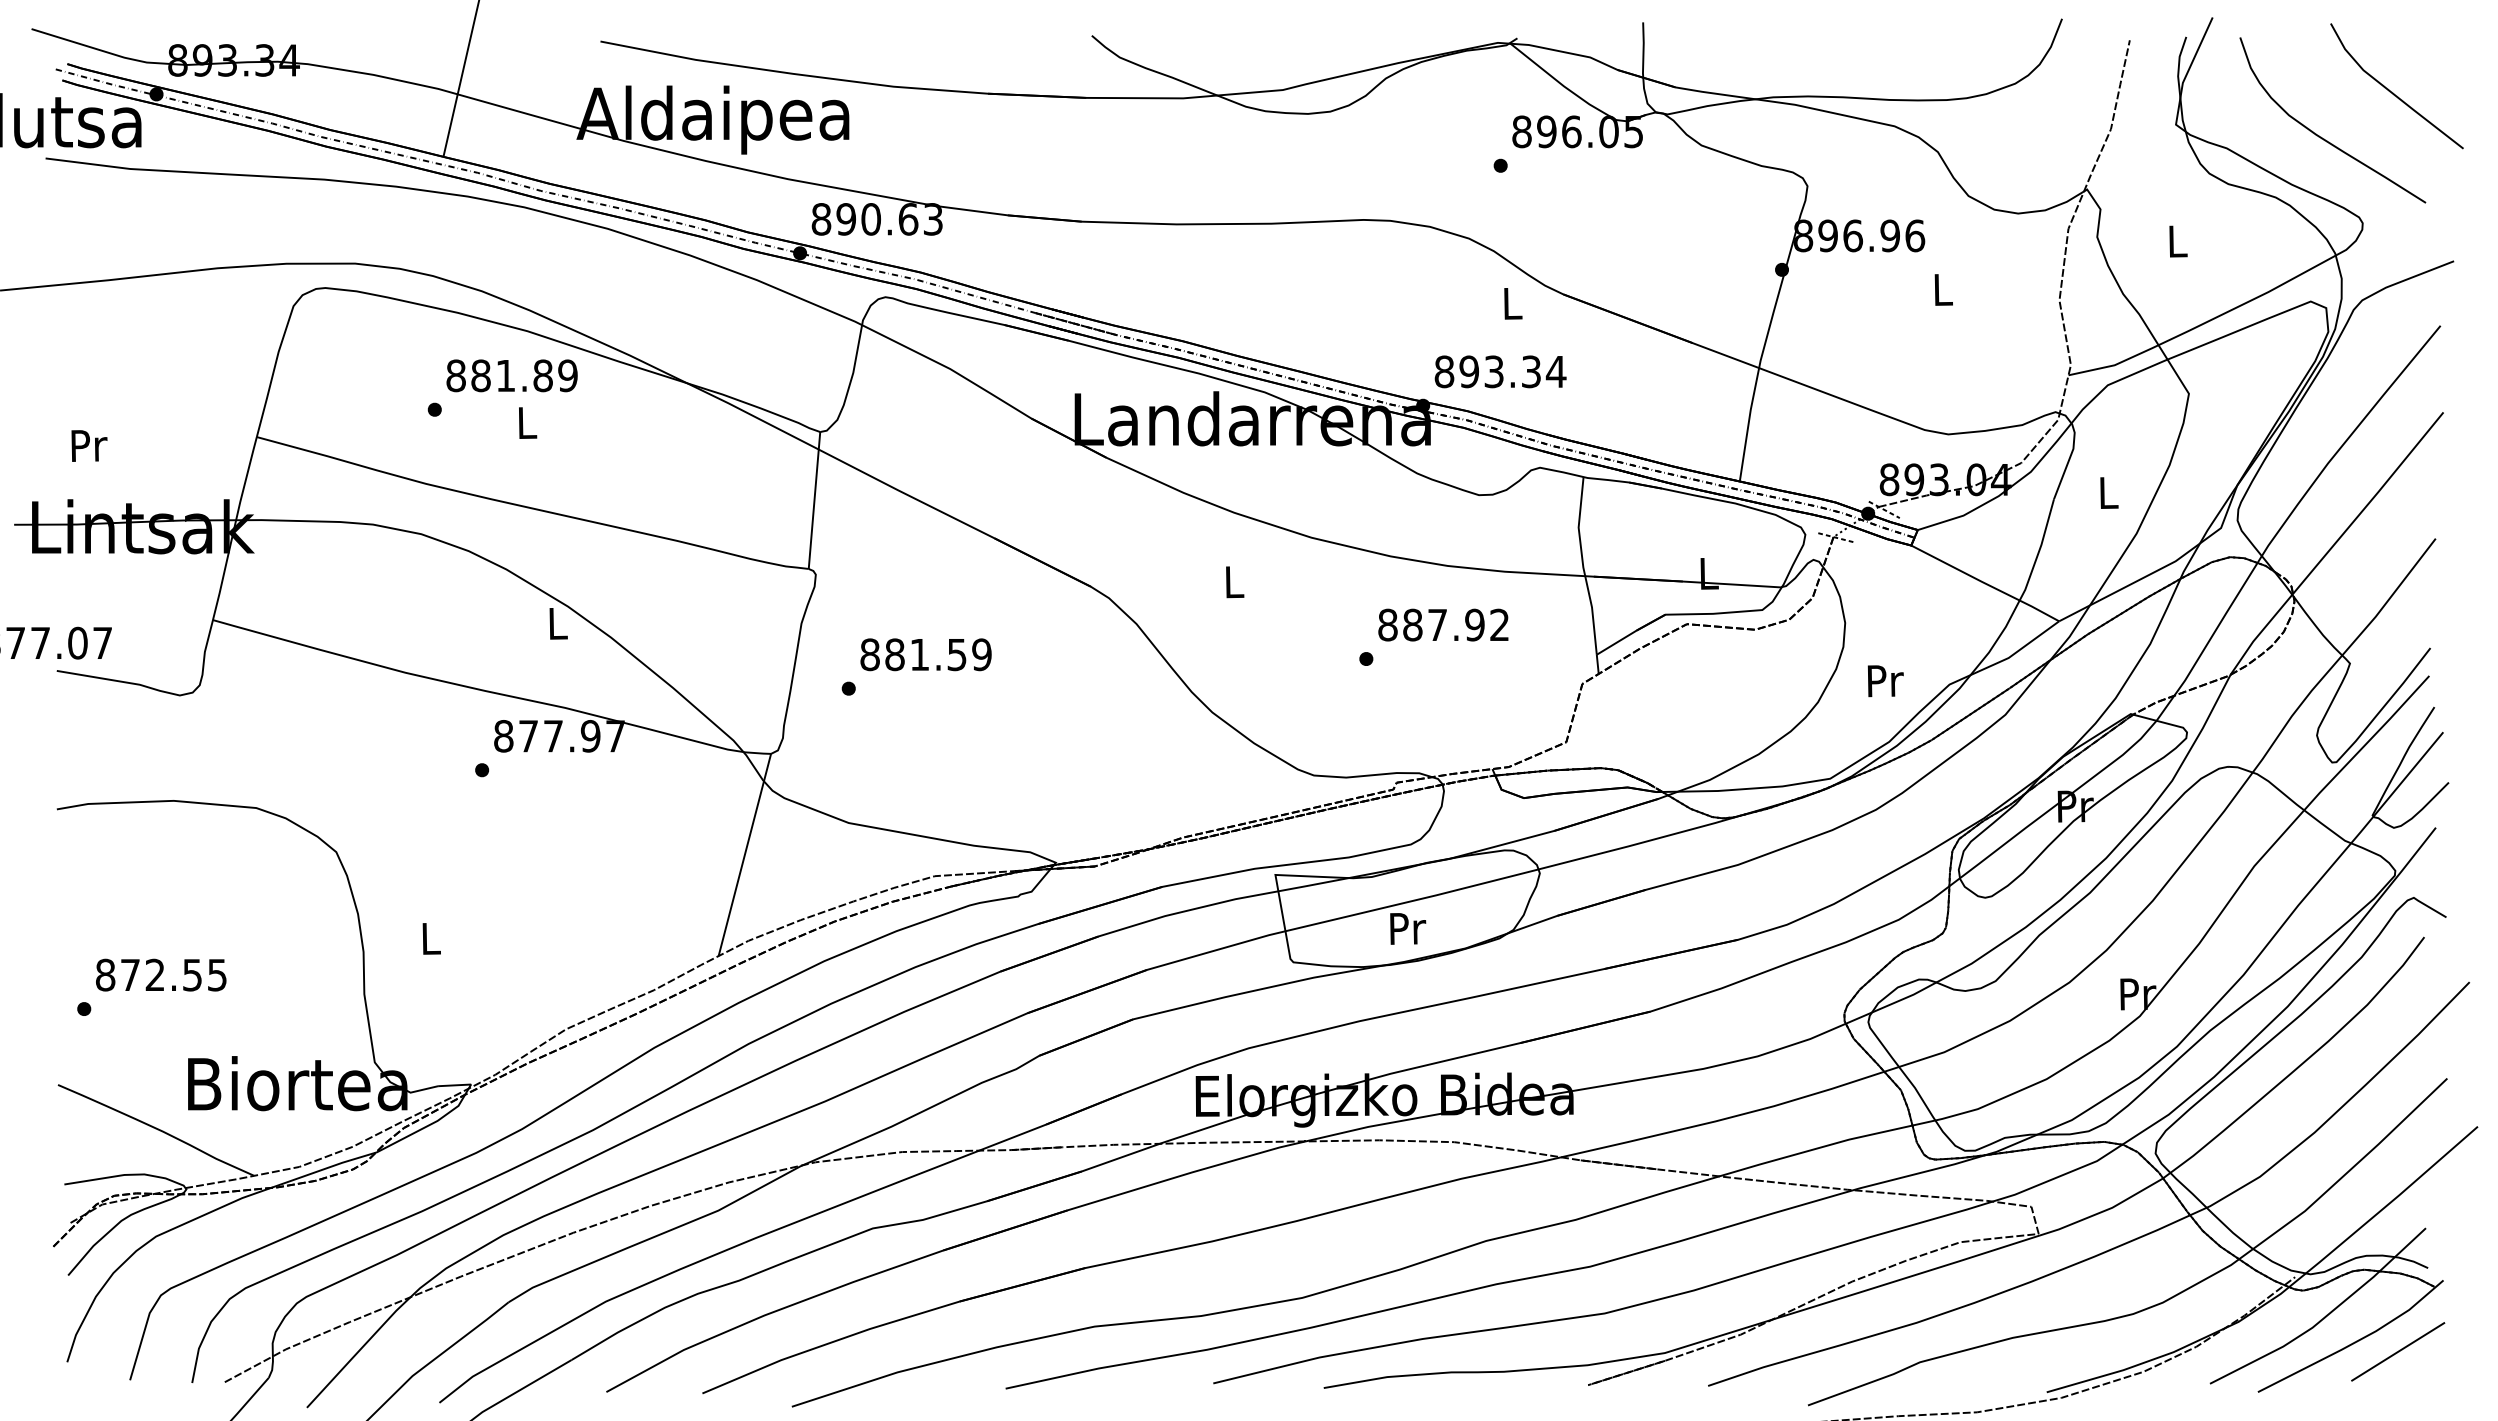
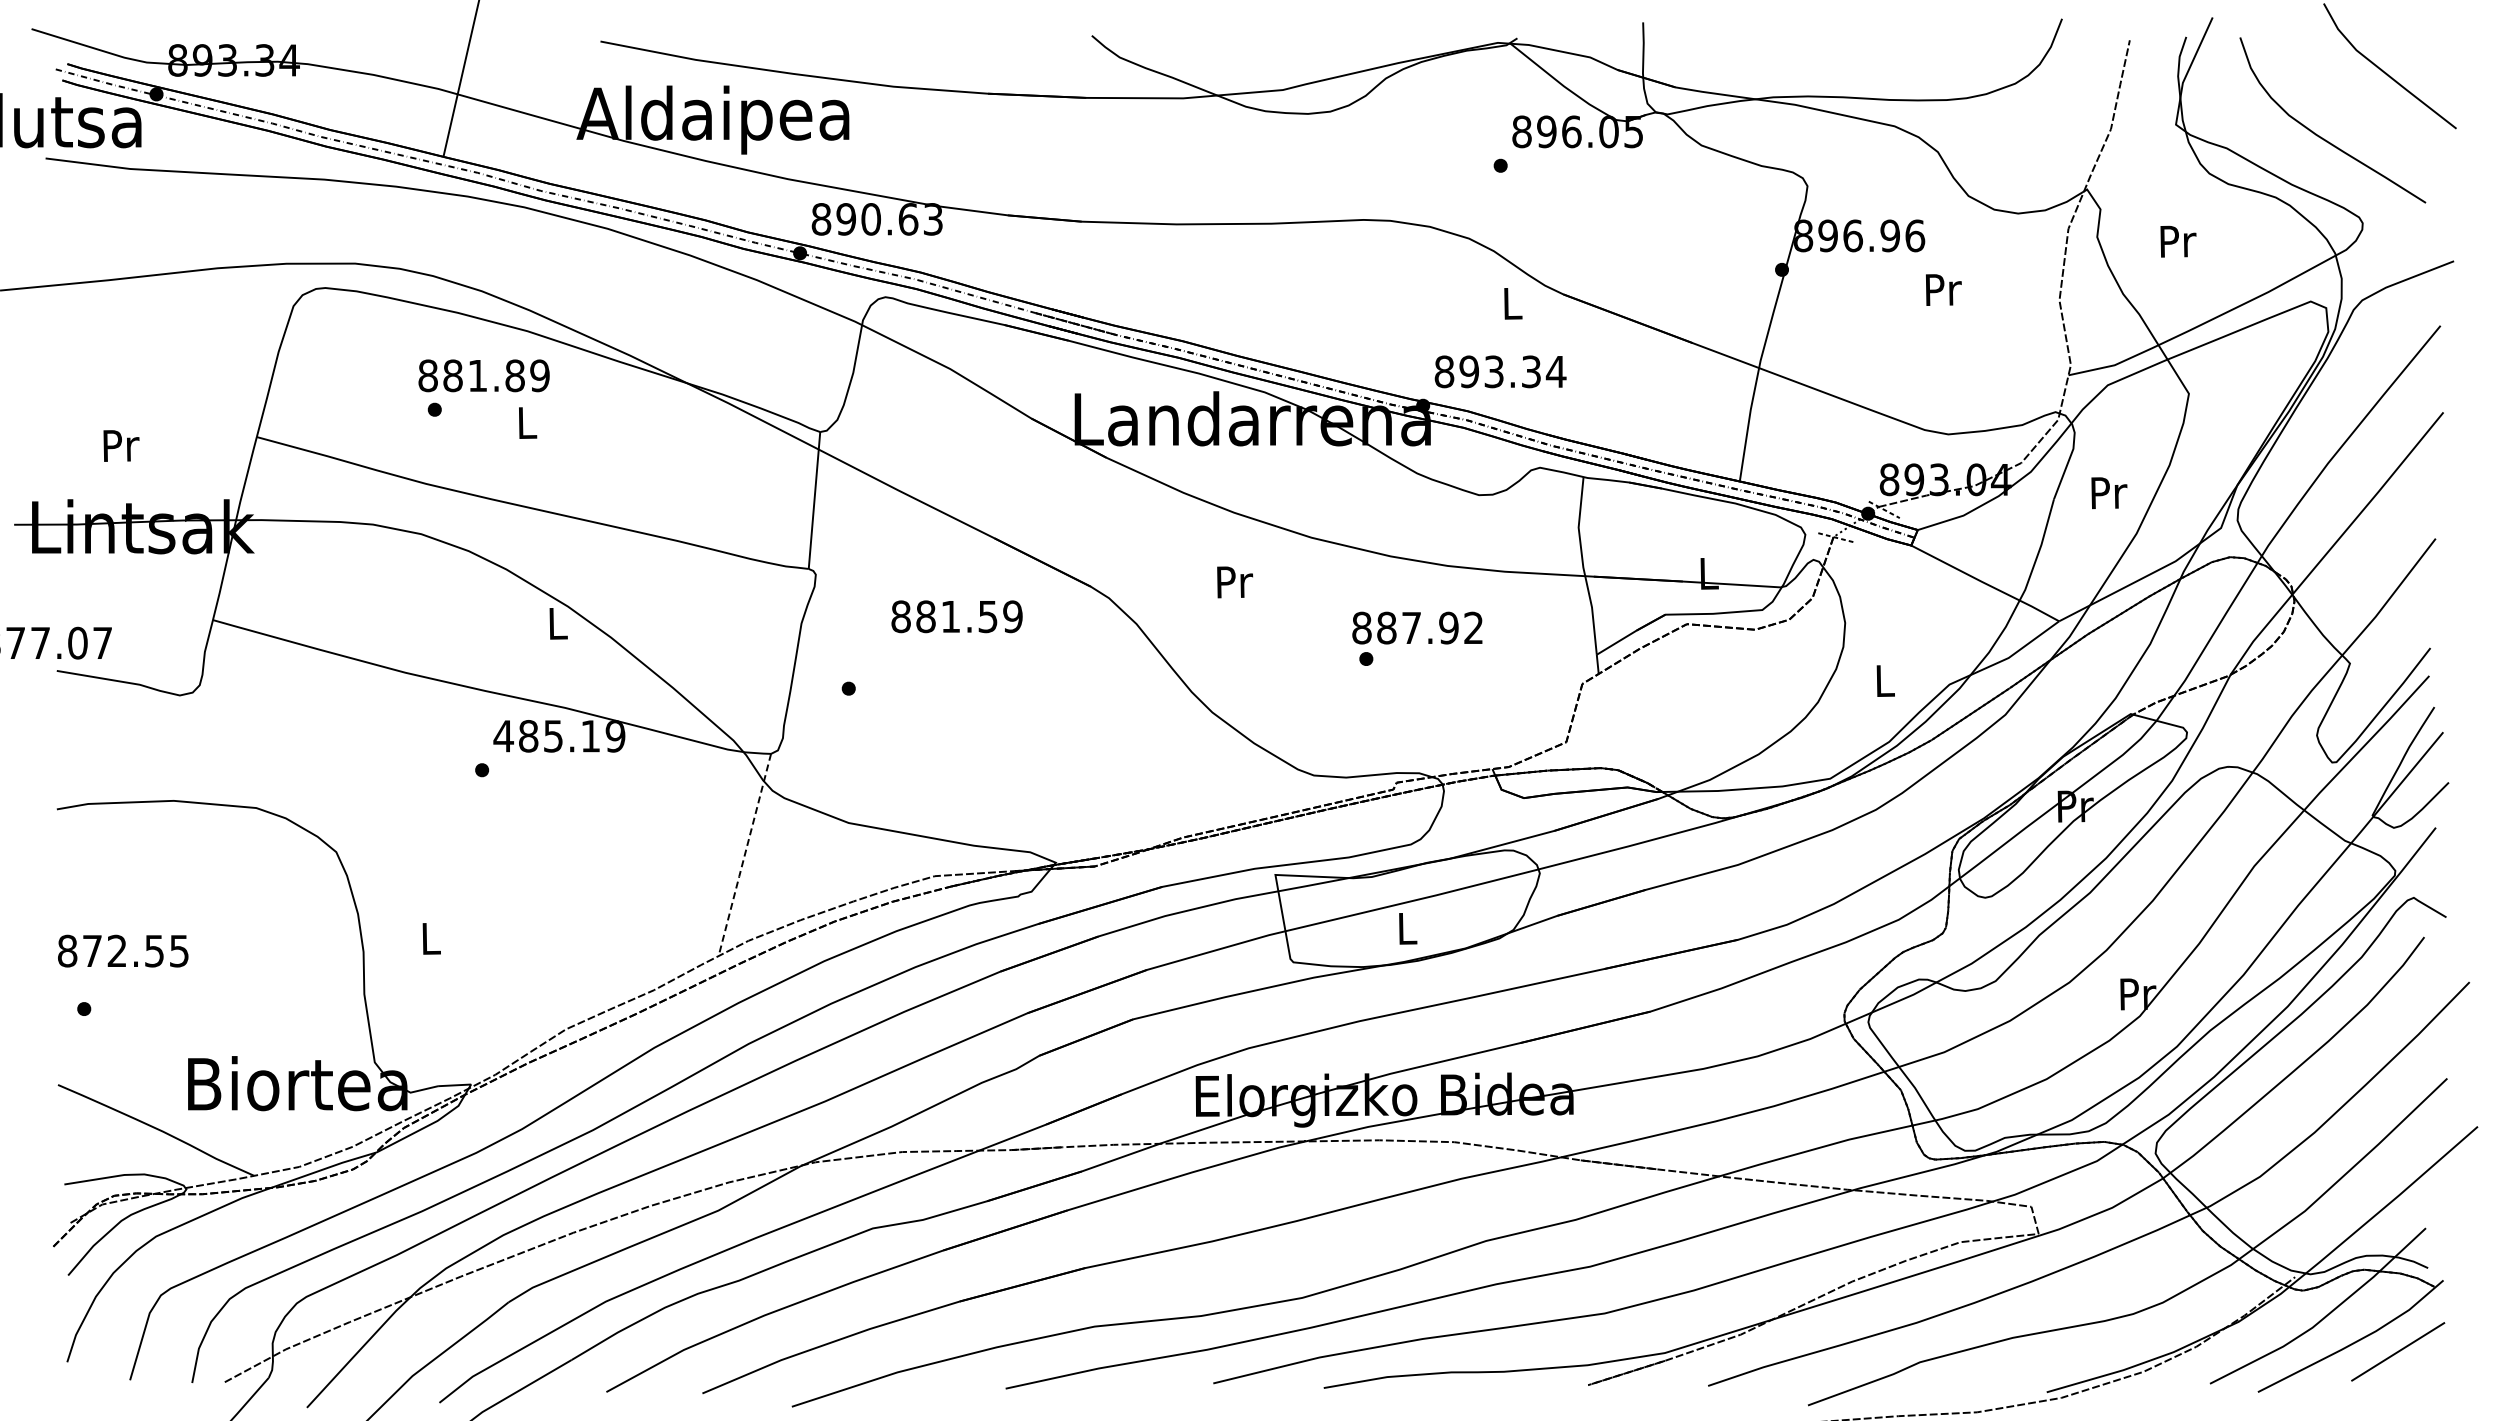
line at (2393, 92) position: (2393, 92) -> (2386, 72)
text at (2178, 241): L -> Pr
text at (1943, 289): L -> Pr
text at (511, 375) position: (511, 375) -> (483, 375)
text at (89, 445) position: (89, 445) -> (121, 445)
text at (2109, 493): L -> Pr
text at (1235, 582): L -> Pr
text at (1443, 624) position: (1443, 624) -> (1417, 627)
text at (925, 654) position: (925, 654) -> (956, 616)
text at (1885, 681): Pr -> L
text at (559, 736): 877.97 -> 485.19
line at (744, 855): solid -> dashed
text at (1408, 928): Pr -> L
text at (161, 974) position: (161, 974) -> (123, 950)
